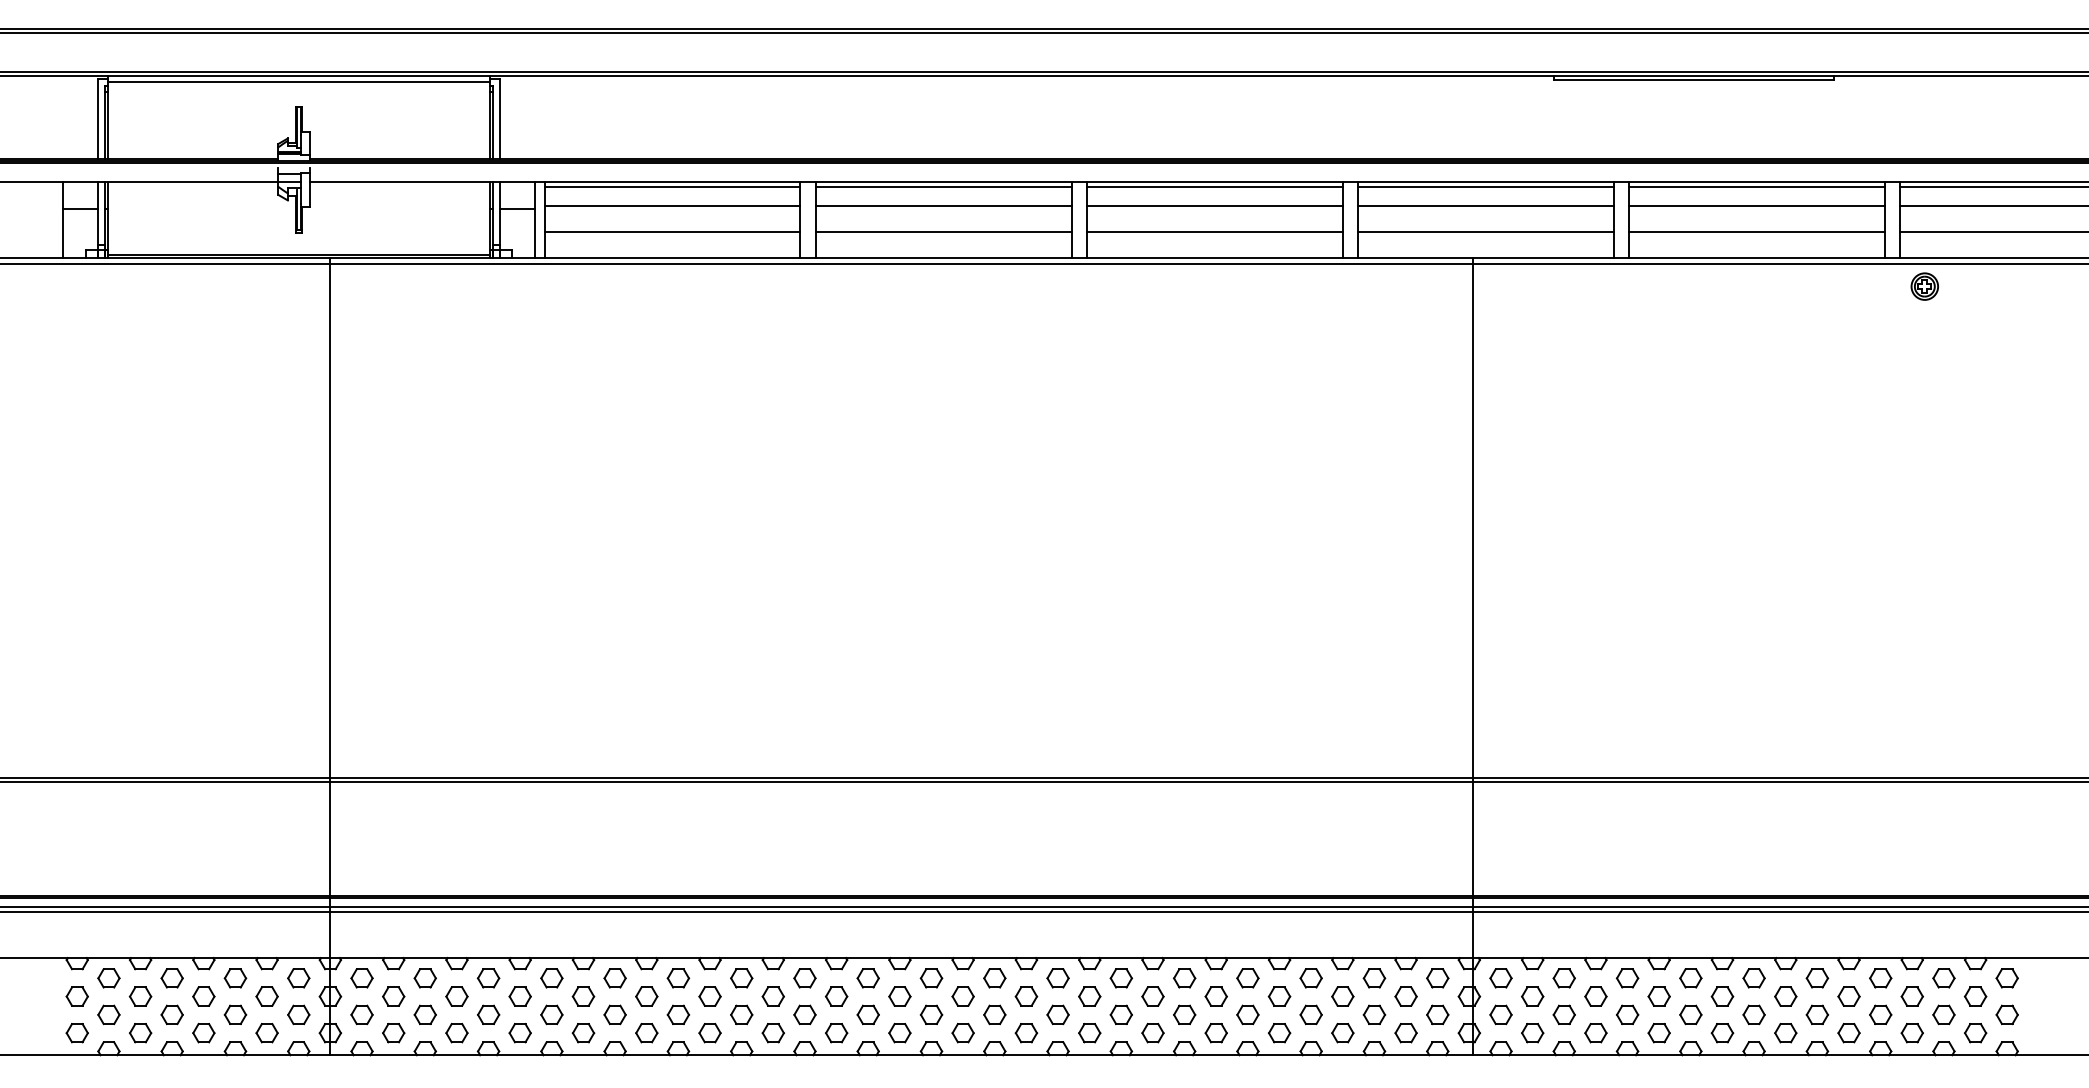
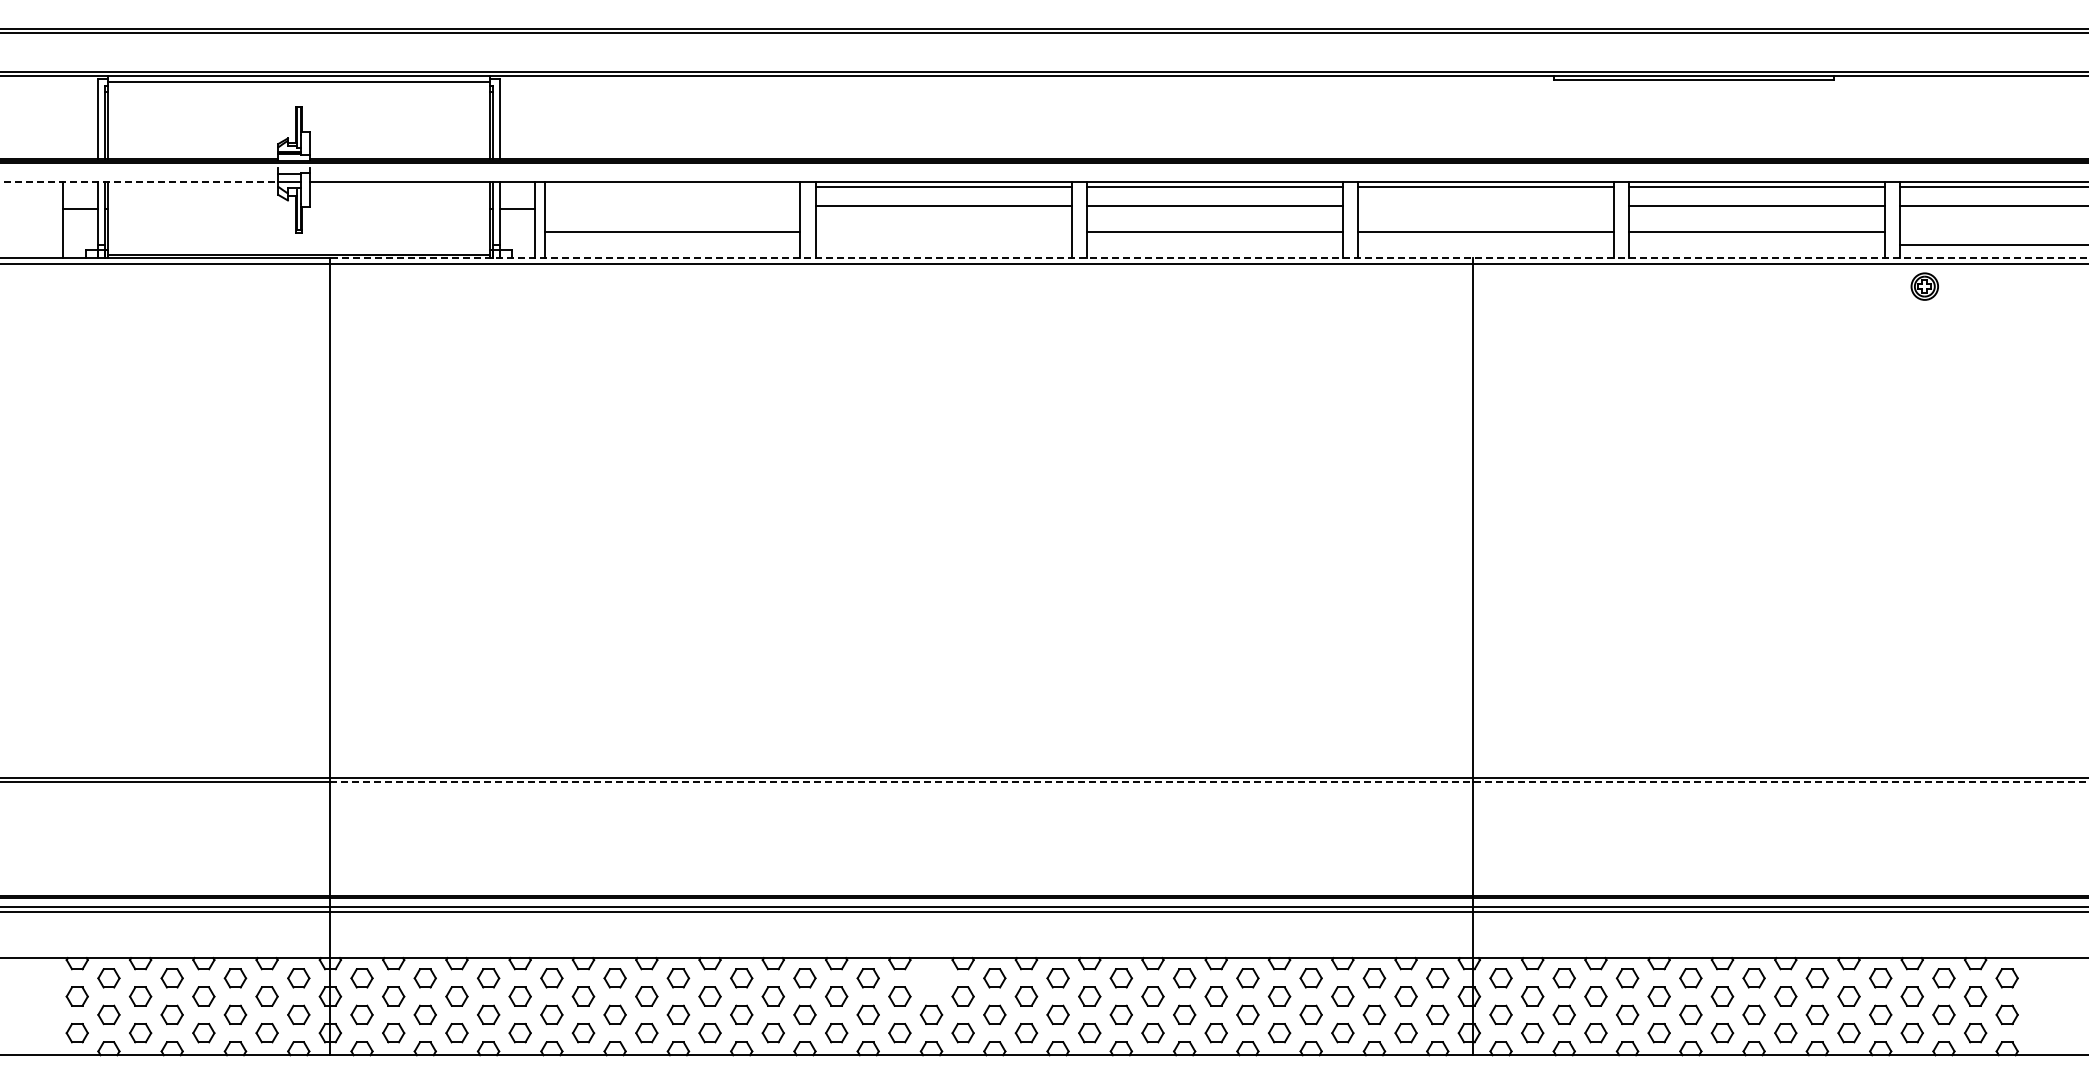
line at (139, 181): solid -> dashed
line at (672, 187): present -> none
line at (672, 206): present -> none
line at (1485, 206): present -> none
line at (943, 231): present -> none
line at (1992, 231) position: (1992, 231) -> (1992, 244)
line at (1209, 258): solid -> dashed
line at (1209, 782): solid -> dashed
part at (931, 978): present -> none
